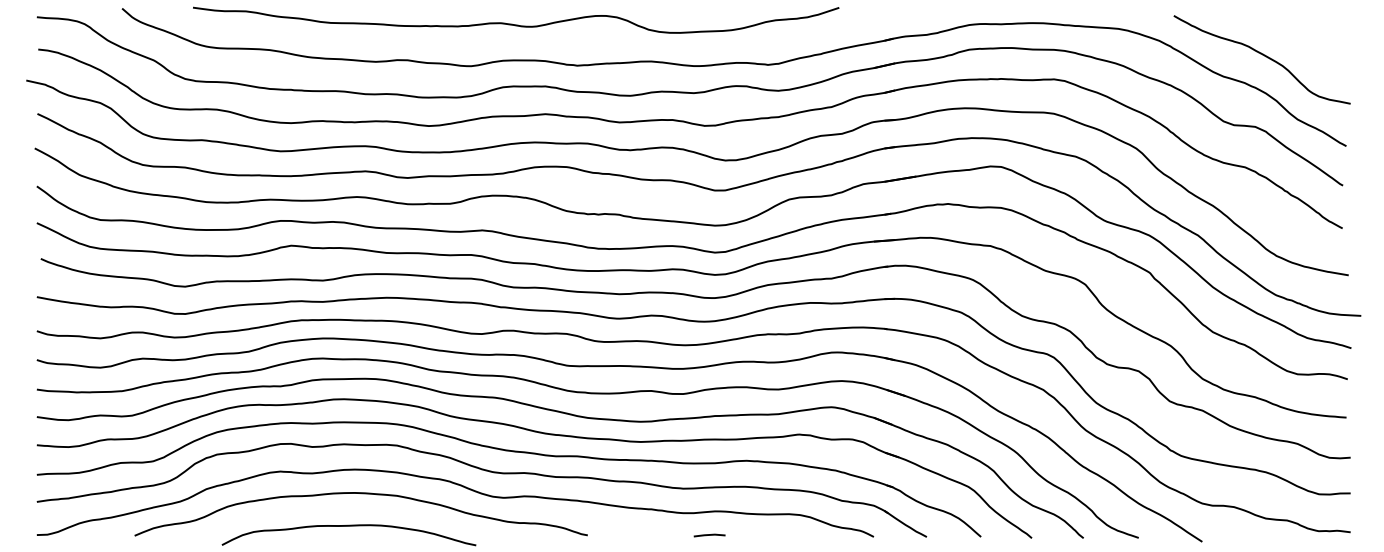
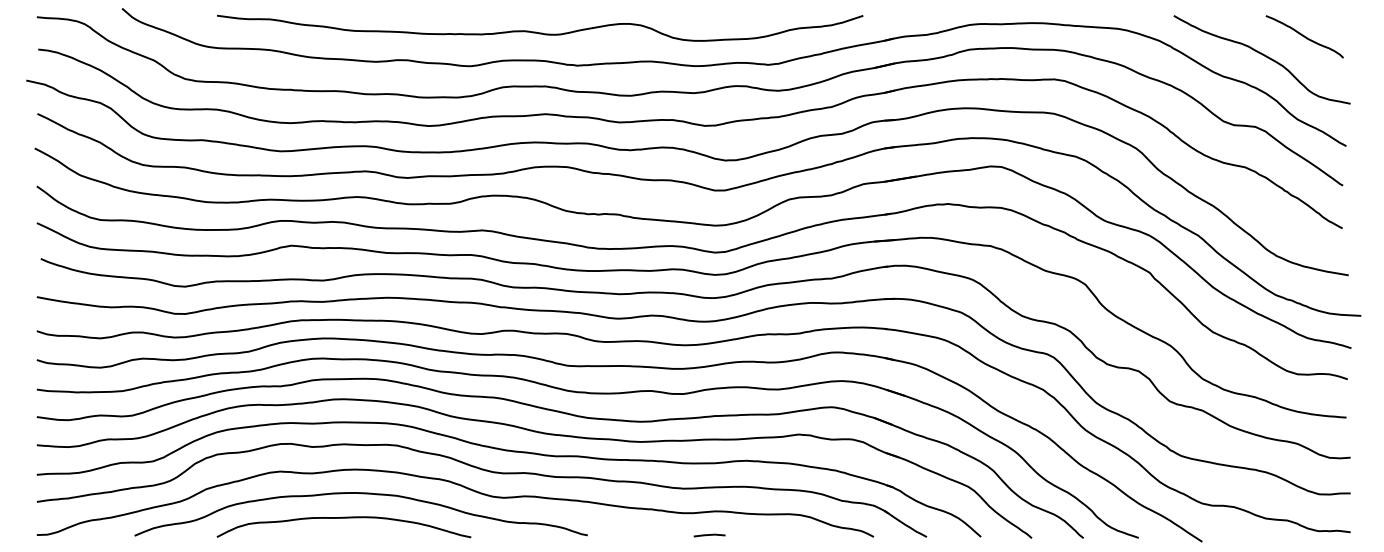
curve at (516, 24) position: (516, 24) -> (540, 32)
curve at (1304, 36): none -> present
curve at (348, 526) position: (348, 526) -> (343, 518)
